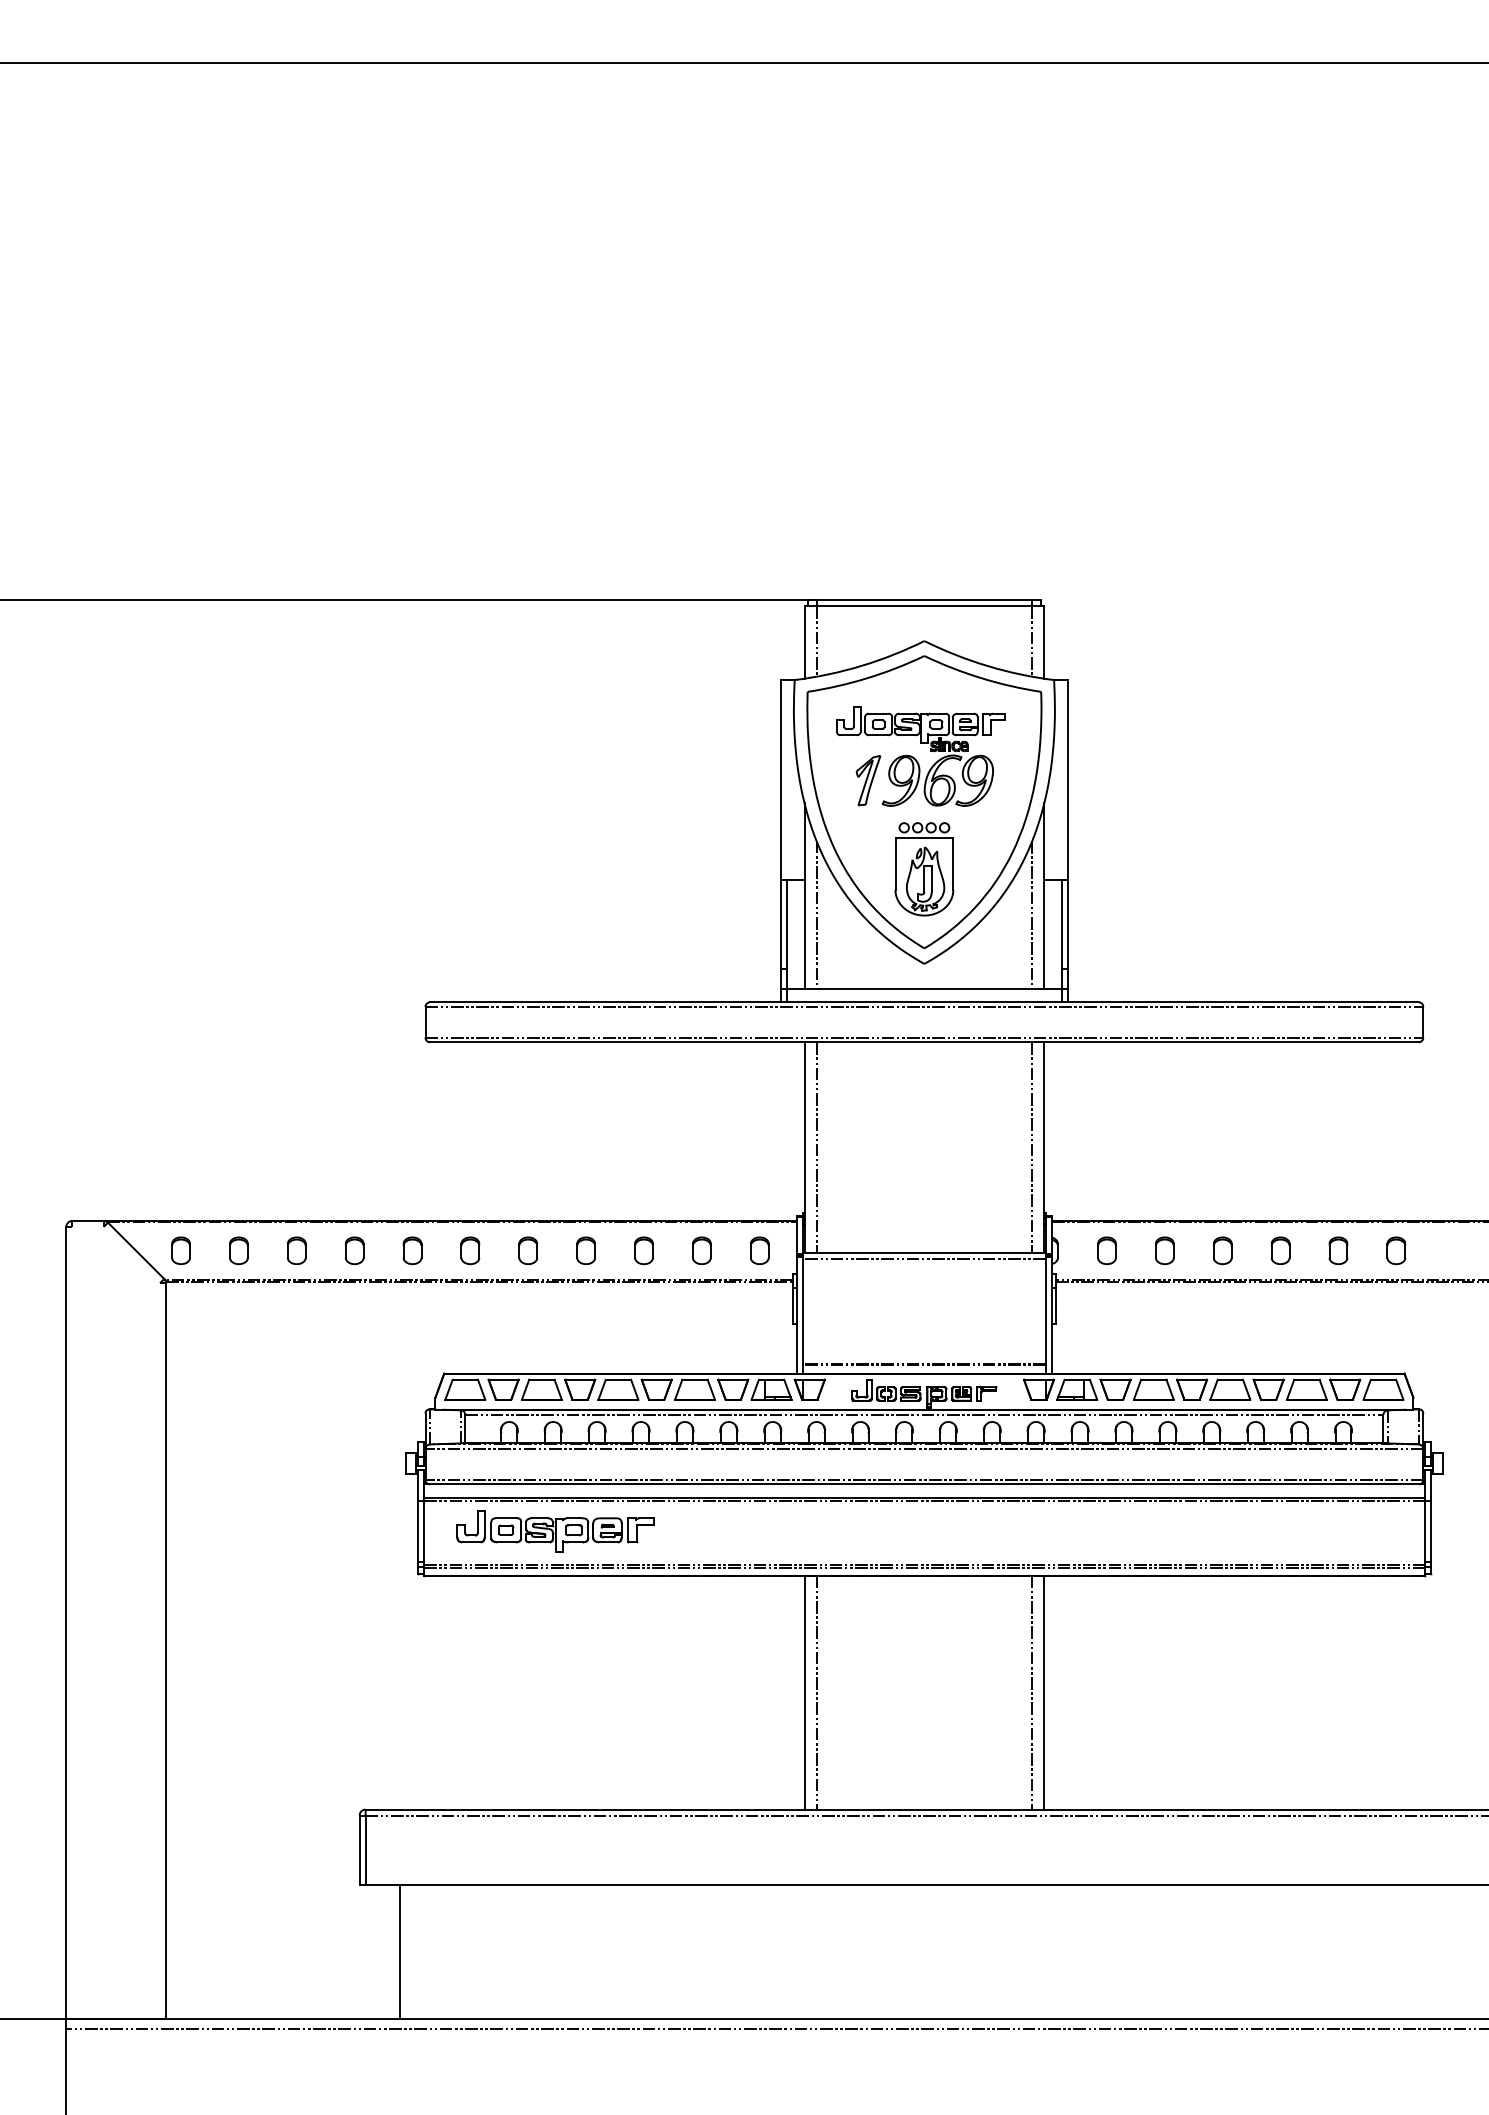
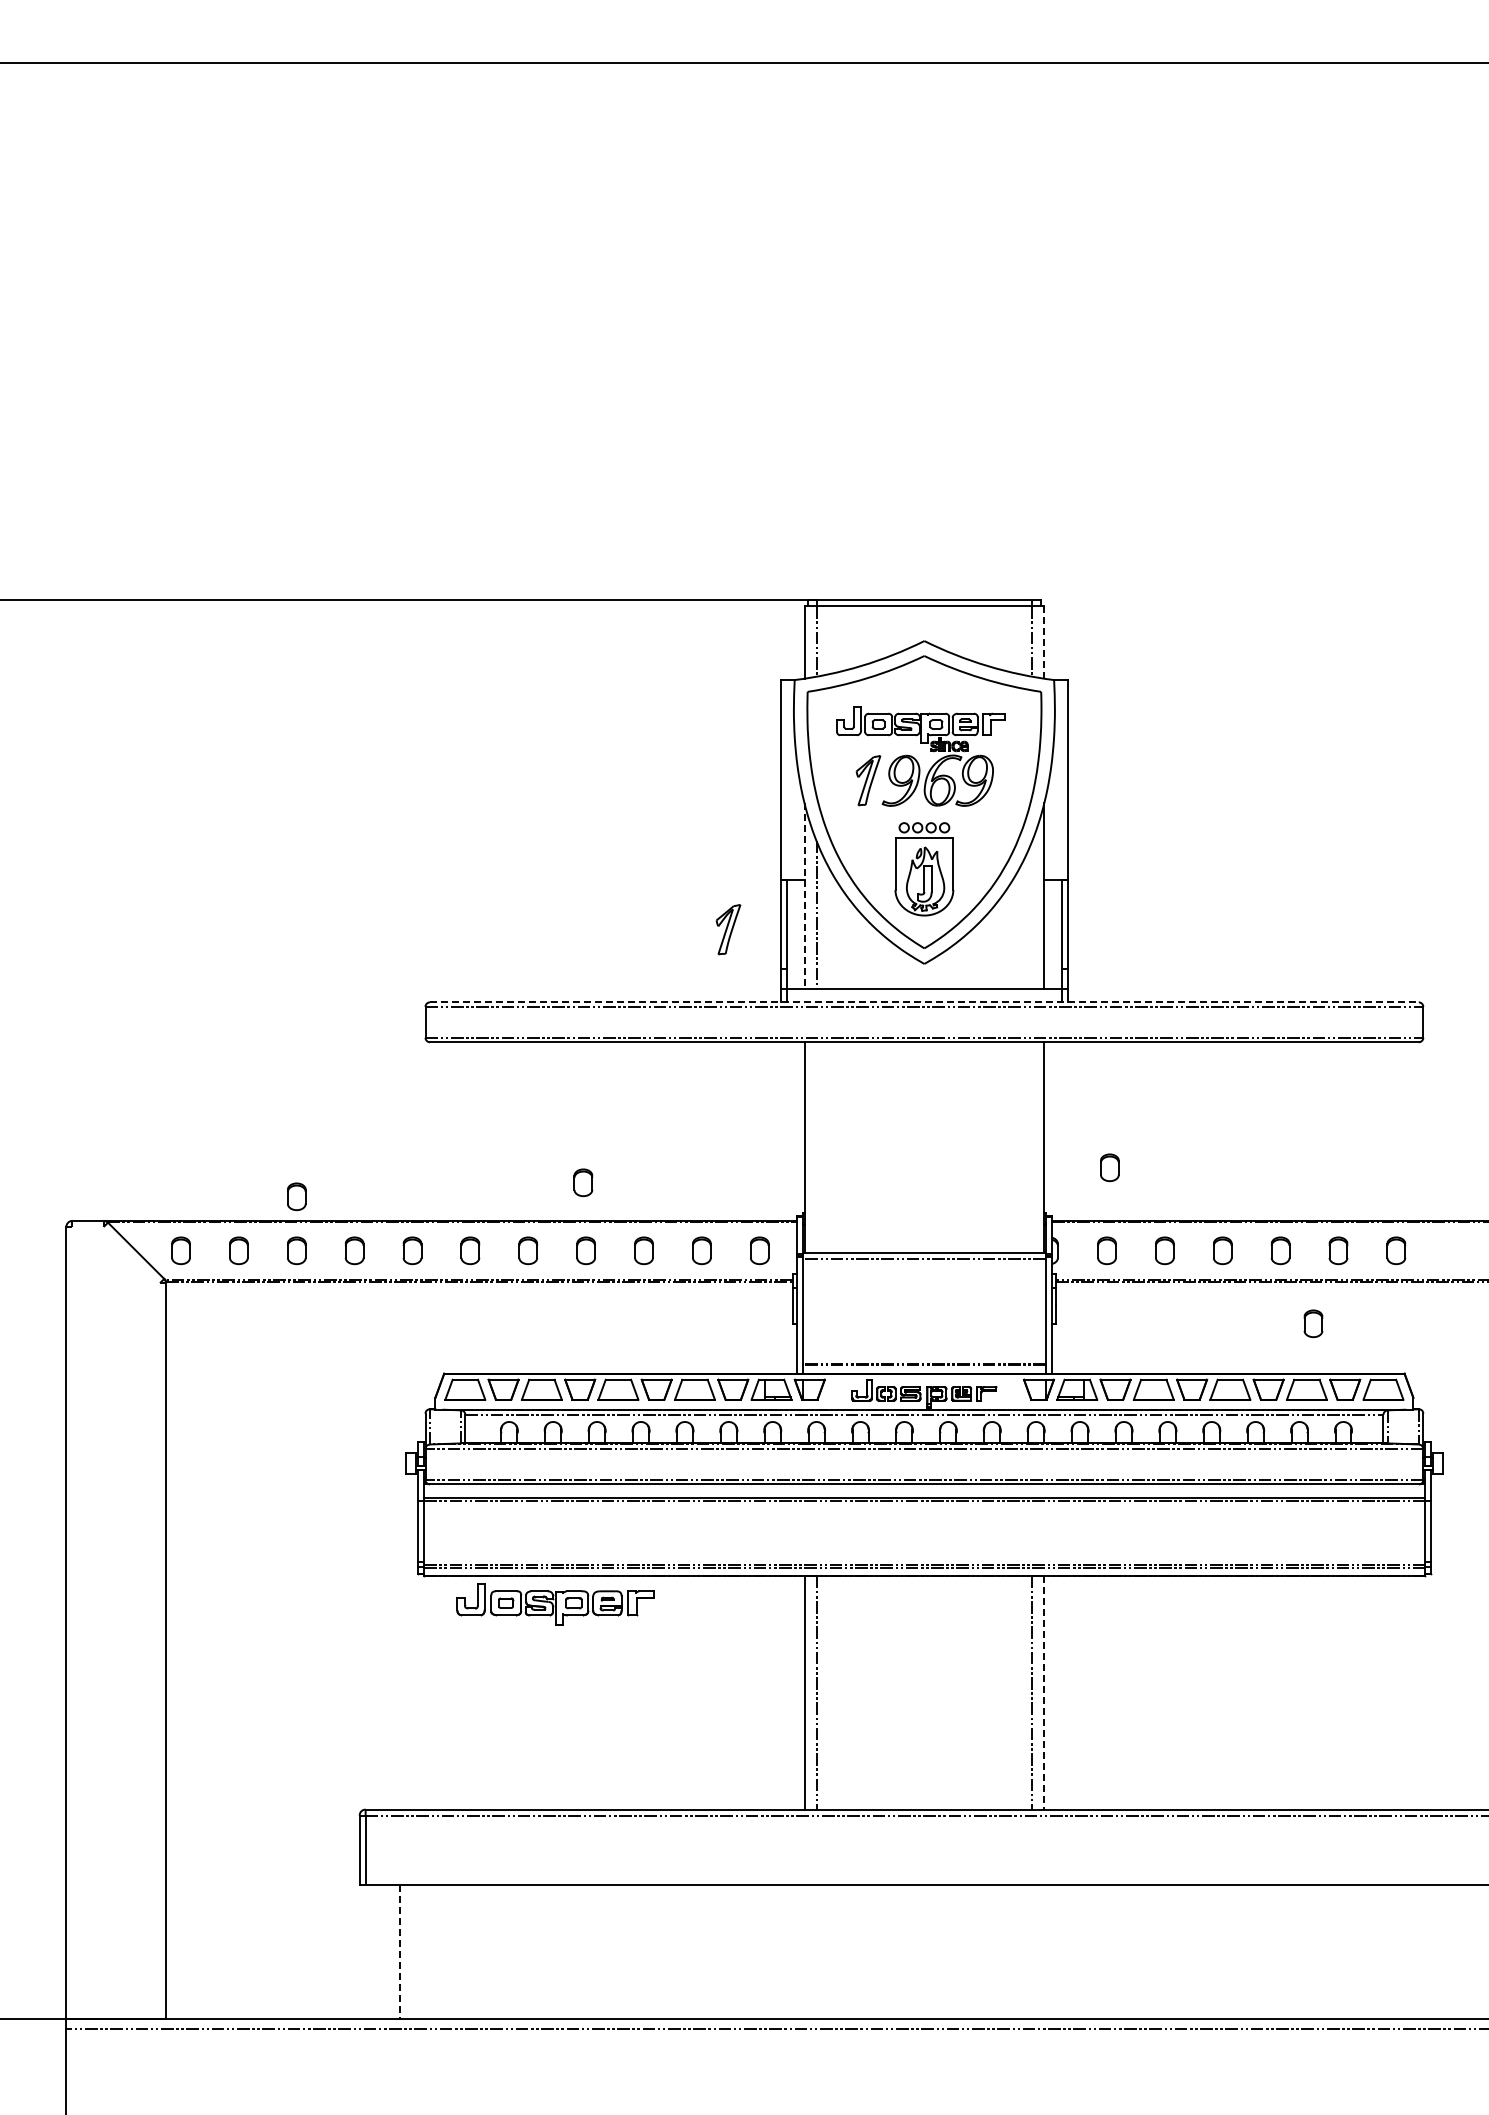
line at (1044, 642): solid -> dashed
line at (804, 896): solid -> dashed
line at (1032, 914): present -> none
part at (728, 929): none -> present
line at (924, 1002): solid -> dashed
line at (816, 1147): present -> none
line at (1032, 1147): present -> none
part at (1109, 1167): none -> present
part at (583, 1182): none -> present
part at (296, 1196): none -> present
part at (1313, 1323): none -> present
part at (555, 1531) position: (555, 1531) -> (555, 1604)
line at (1044, 1692): solid -> dashed
line at (399, 1952): solid -> dashed
